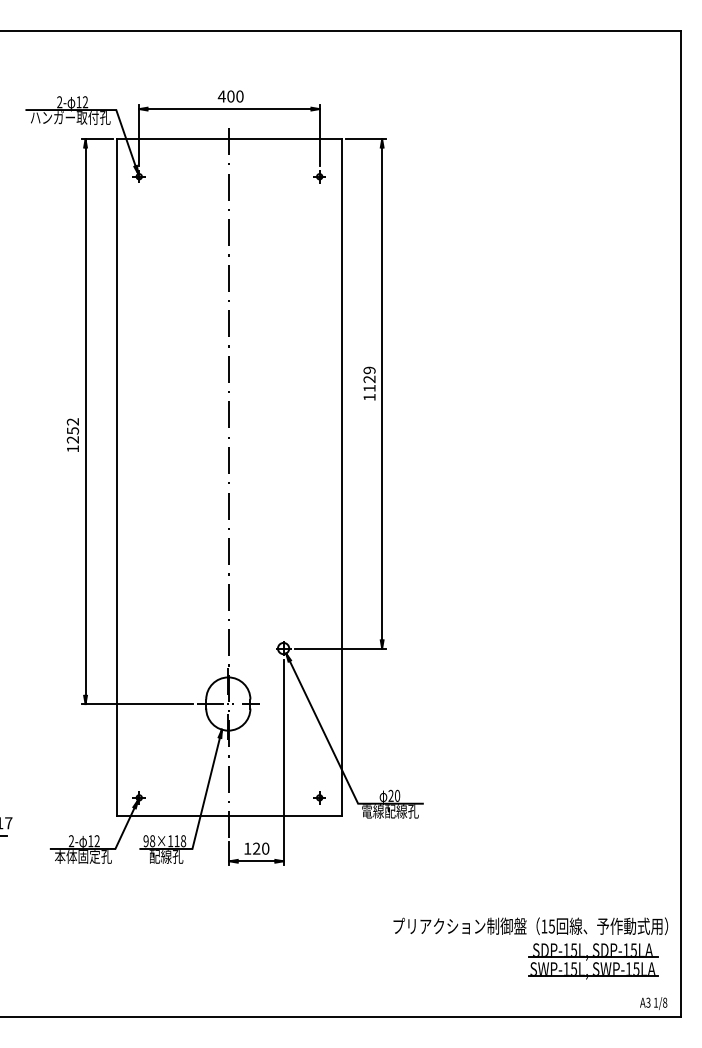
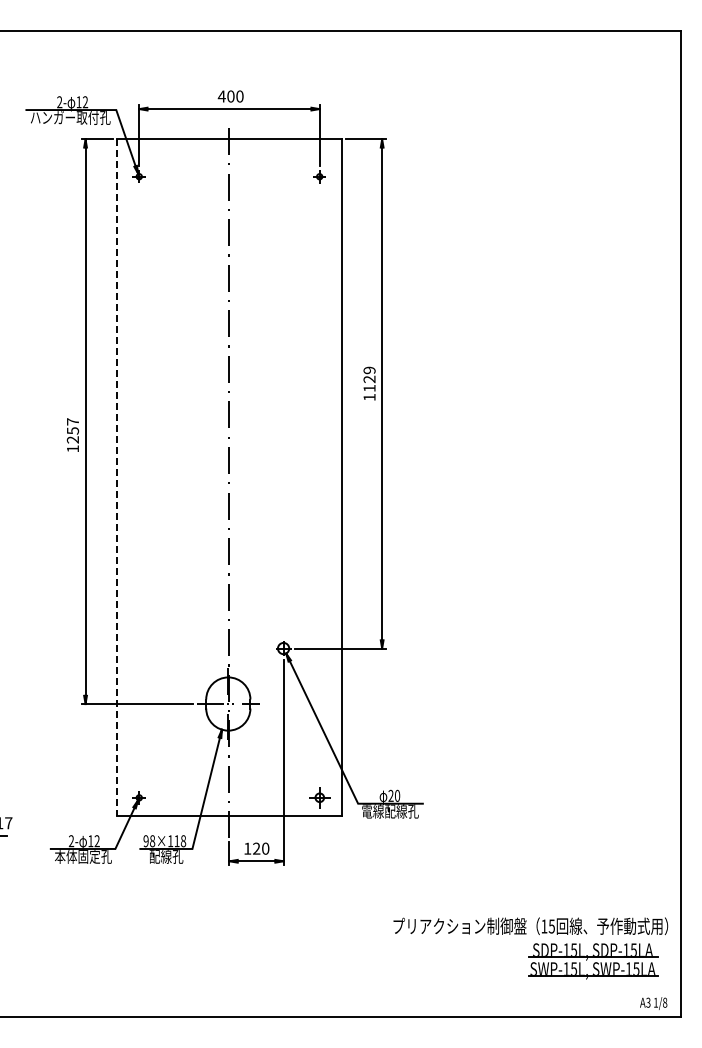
text at (72, 421): 1252 -> 1257
line at (116, 478): solid -> dashed
part at (319, 797) size: 13x14 px -> 22x22 px
